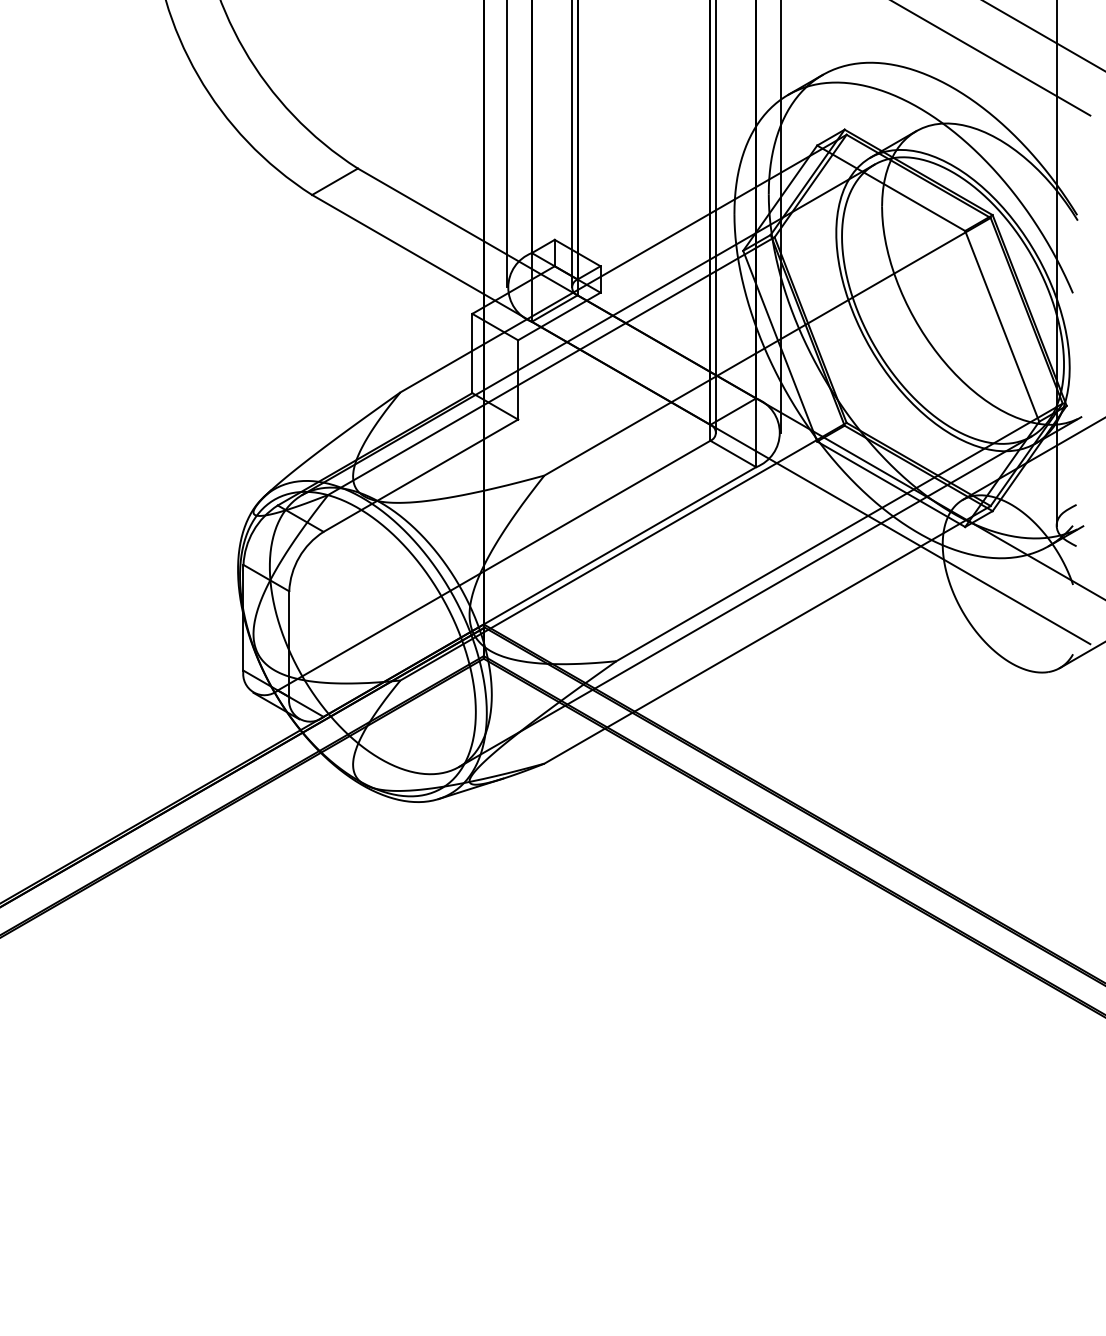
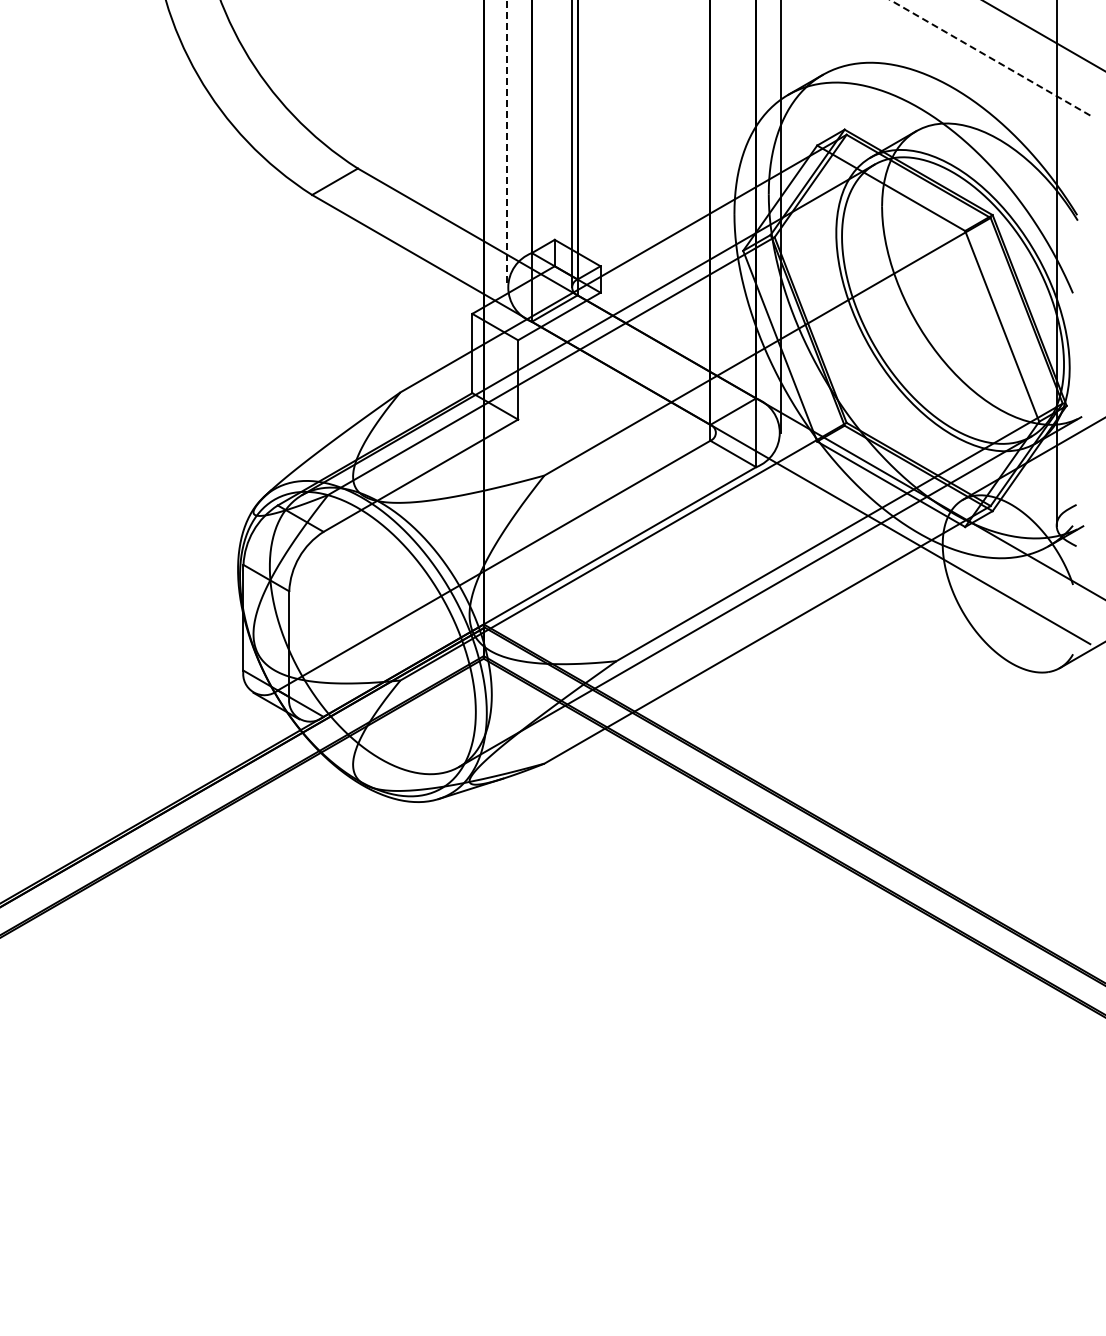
line at (989, 57): solid -> dashed
line at (507, 144): solid -> dashed
line at (716, 217): present -> none
